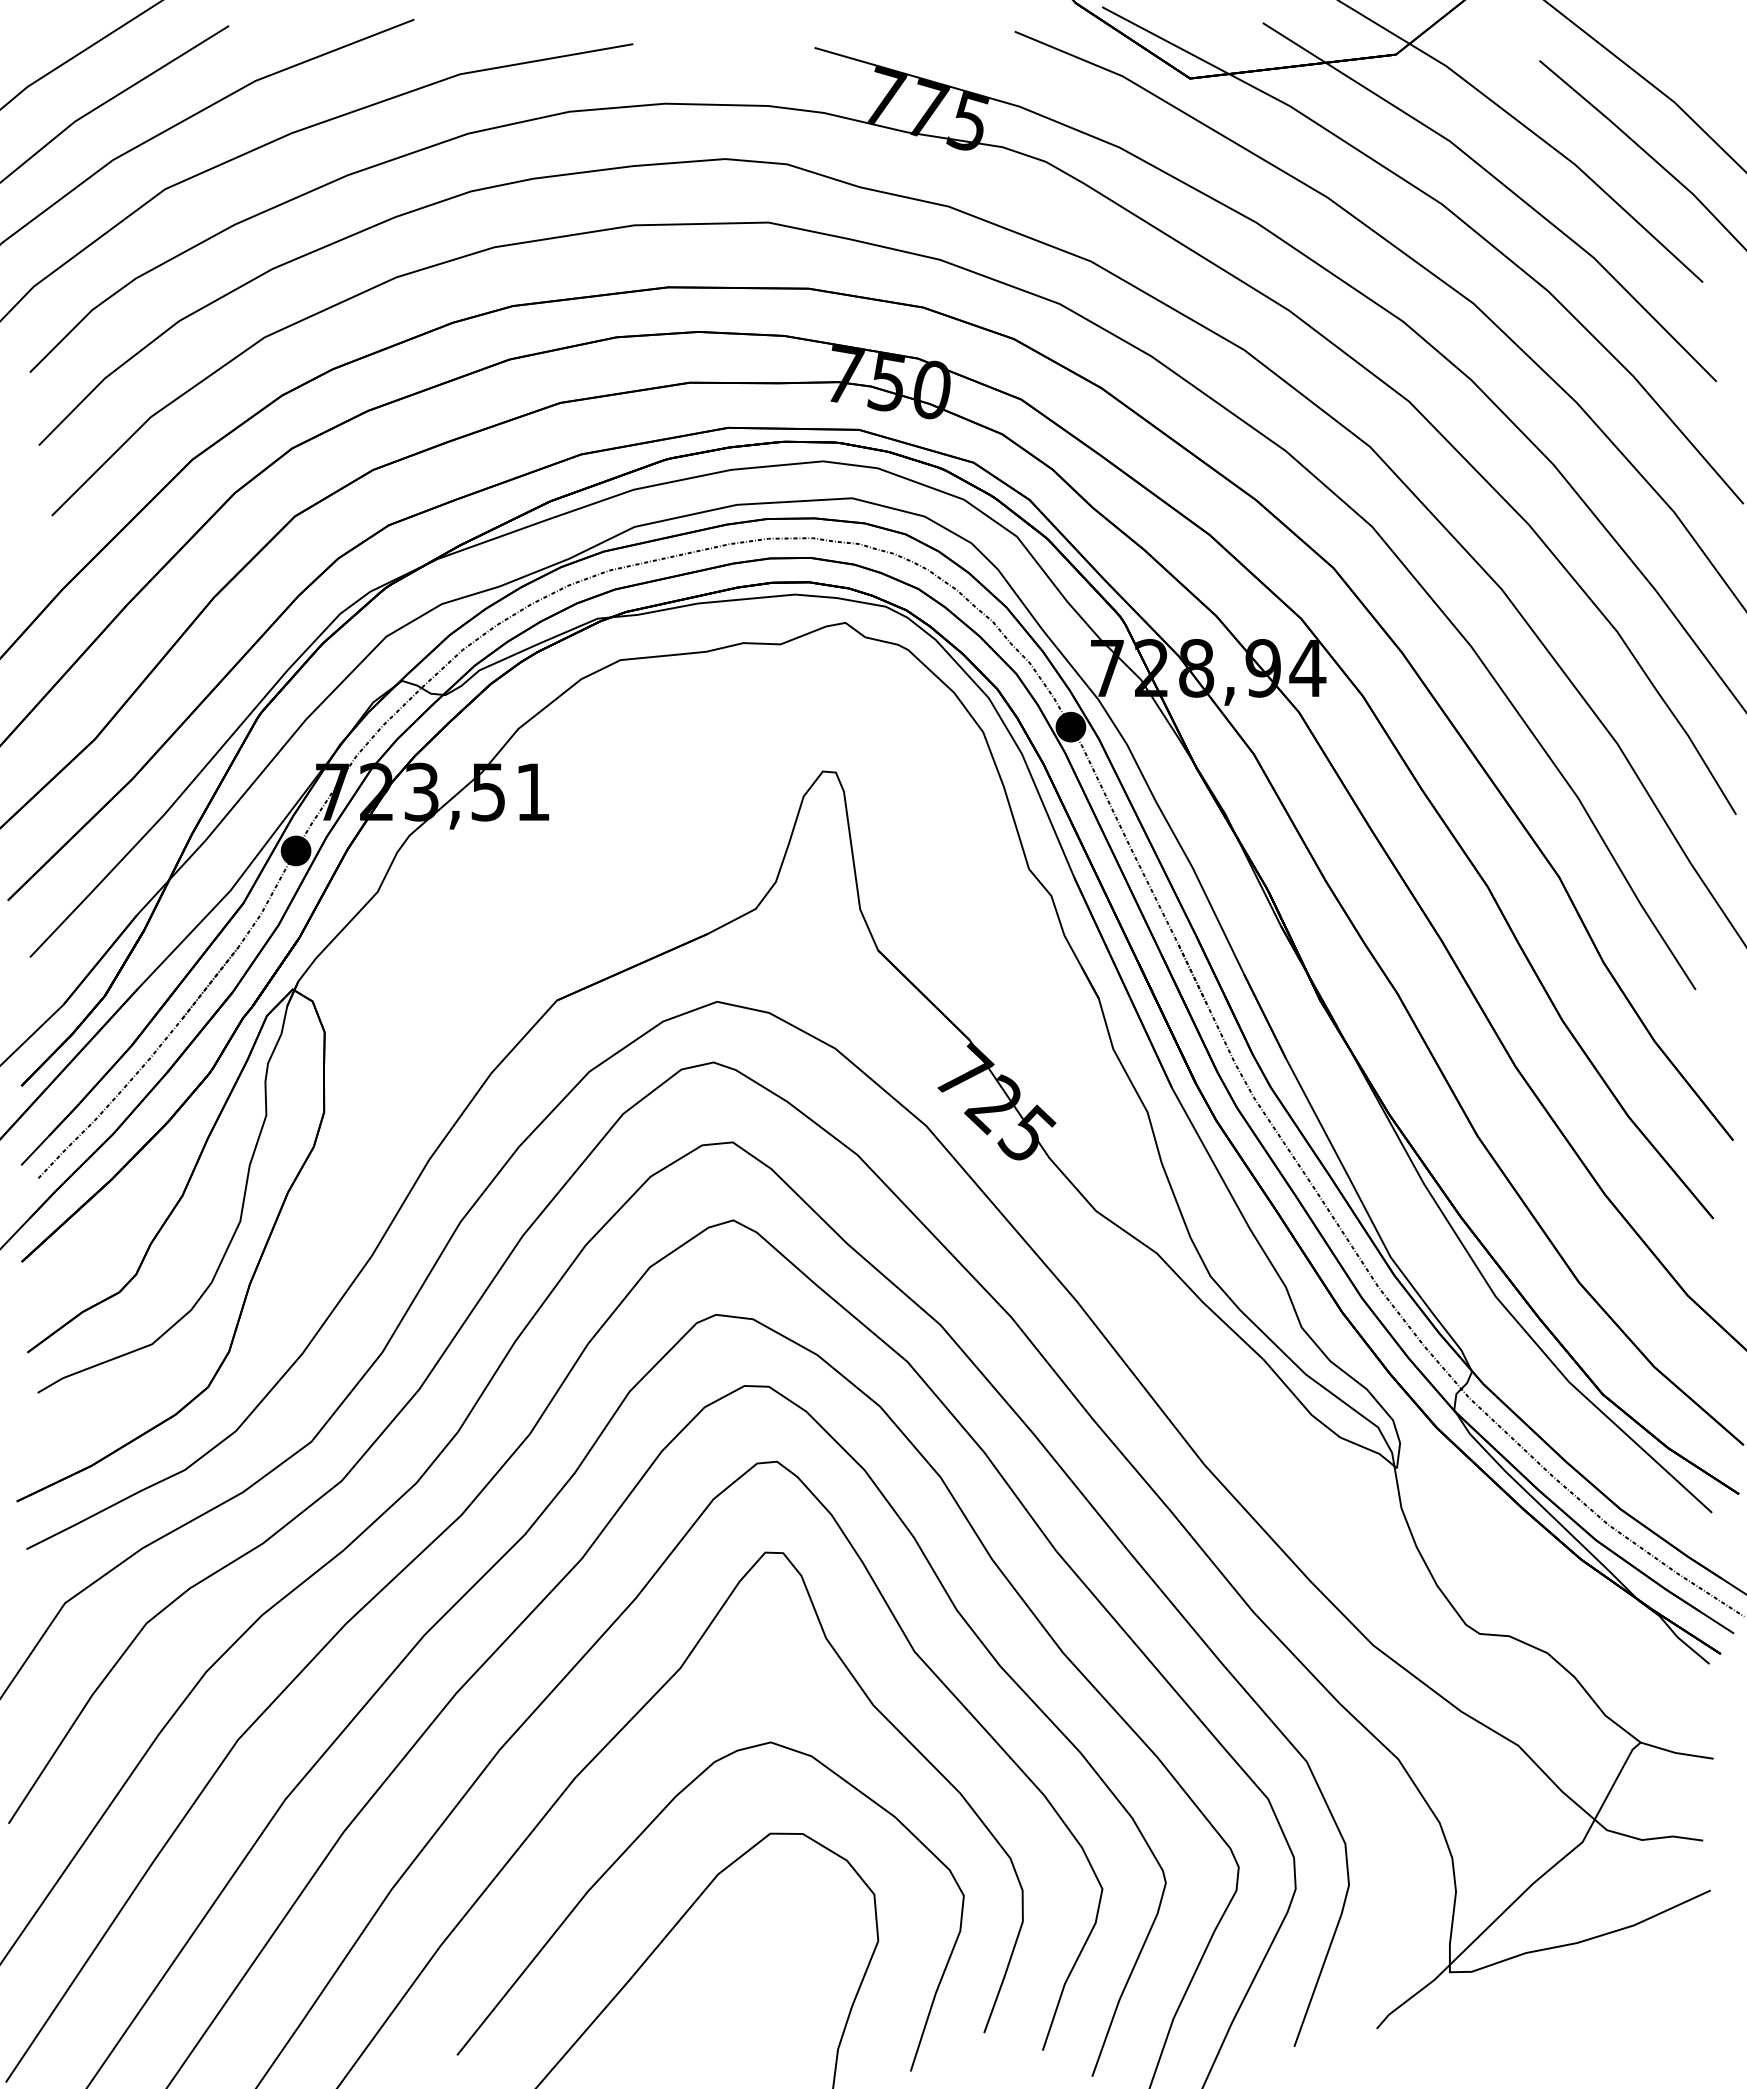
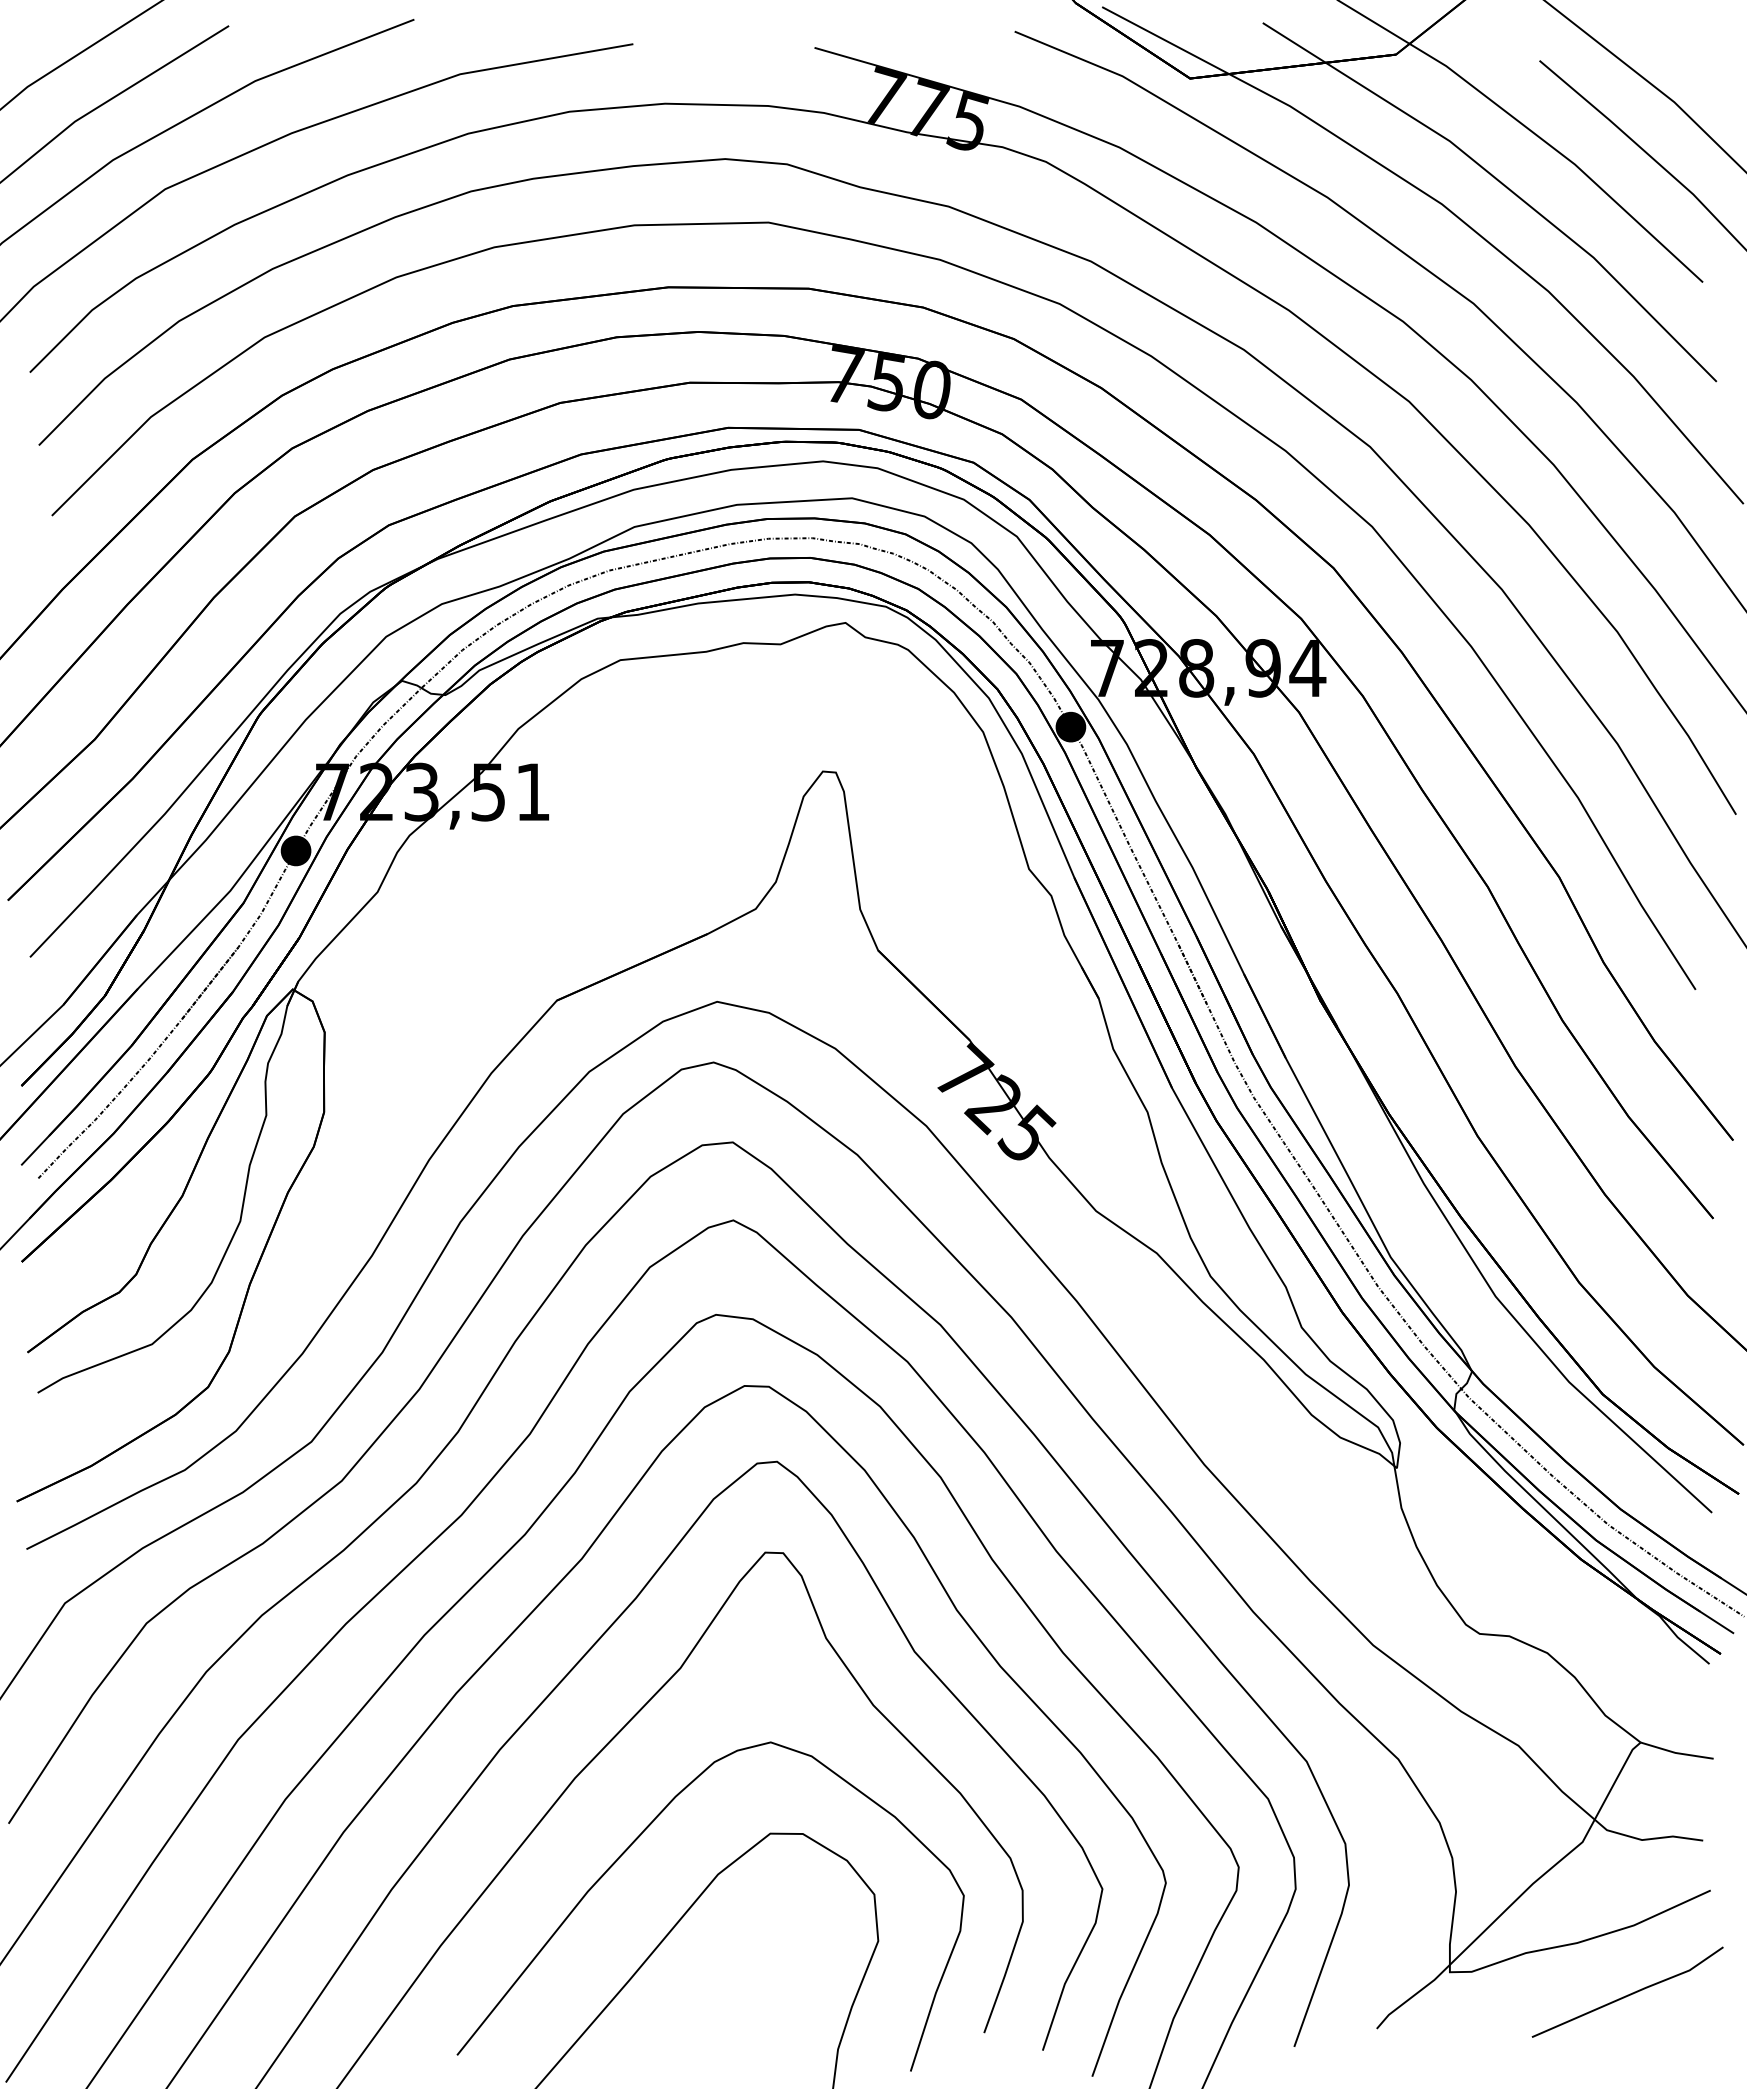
line at (1627, 1994): none -> present
